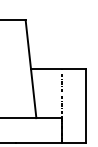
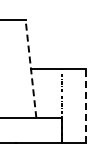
line at (30, 68): solid -> dashed
line at (86, 105): solid -> dashed
